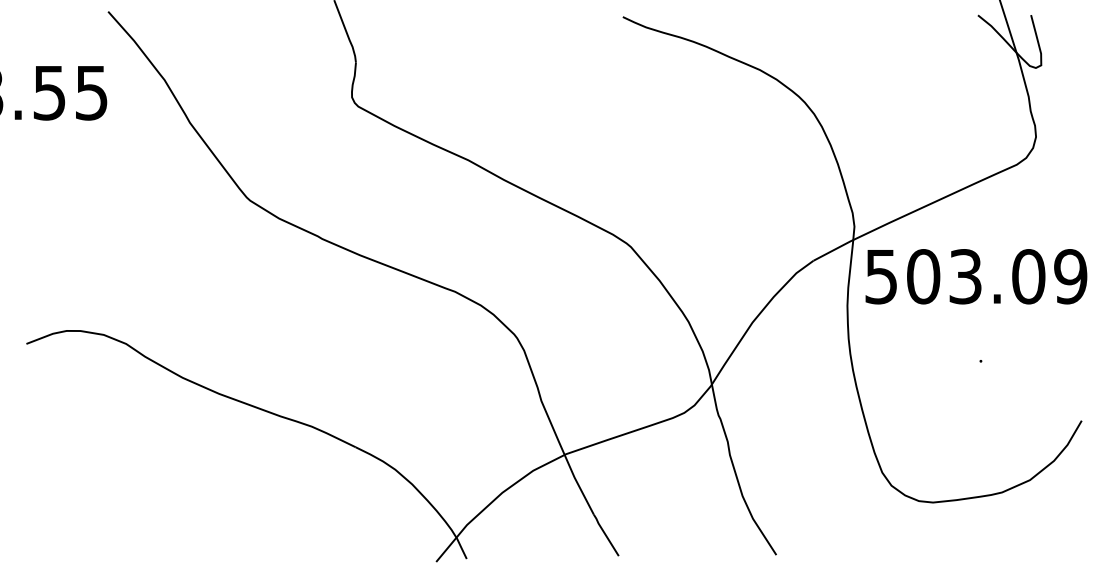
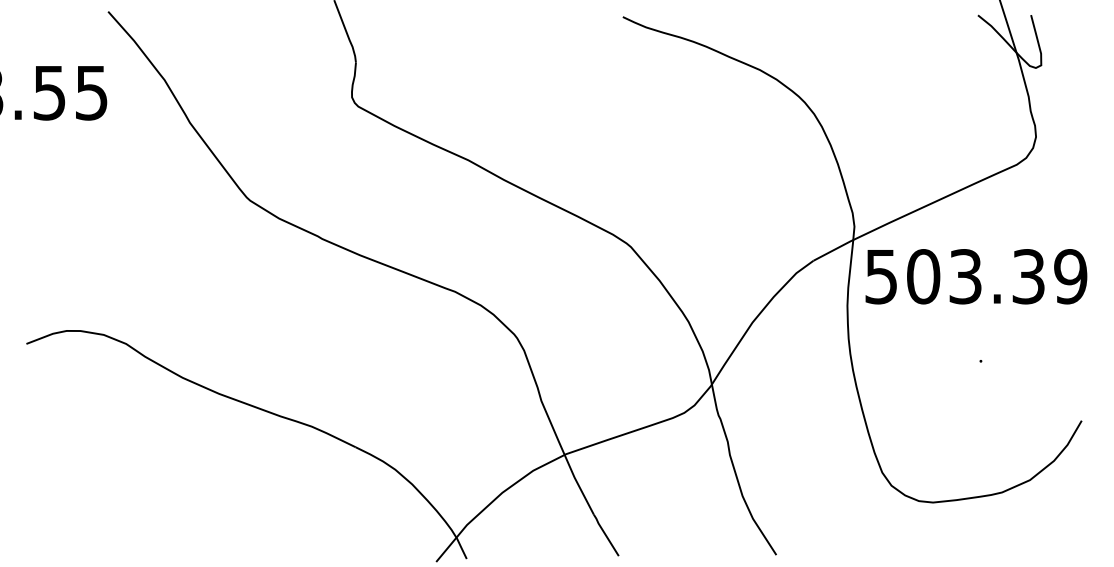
text at (1028, 276): 503.09 -> 503.39
